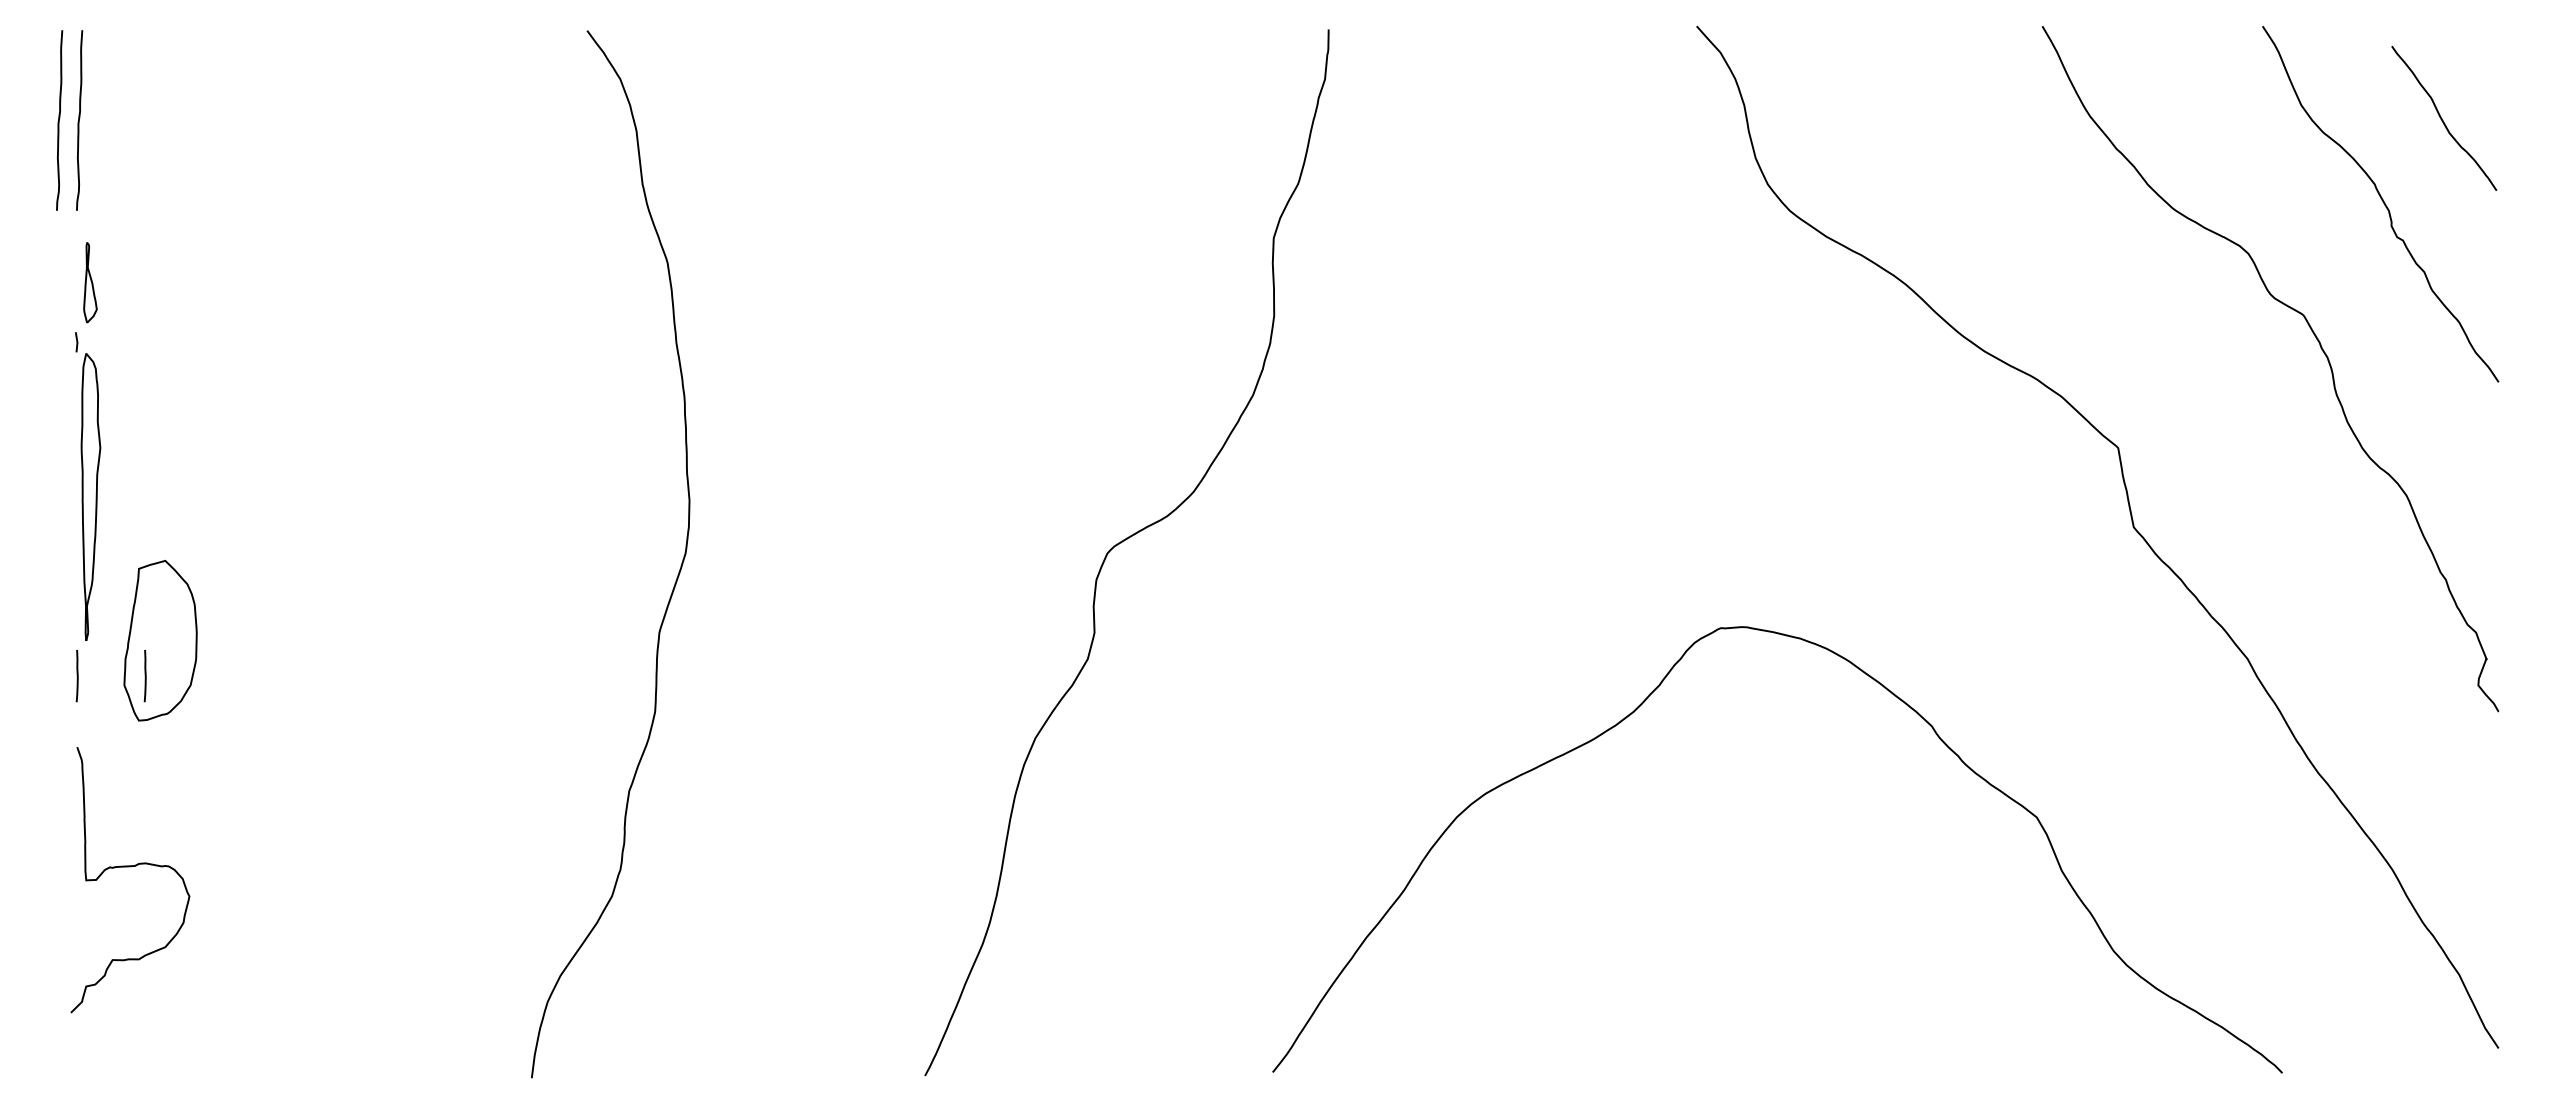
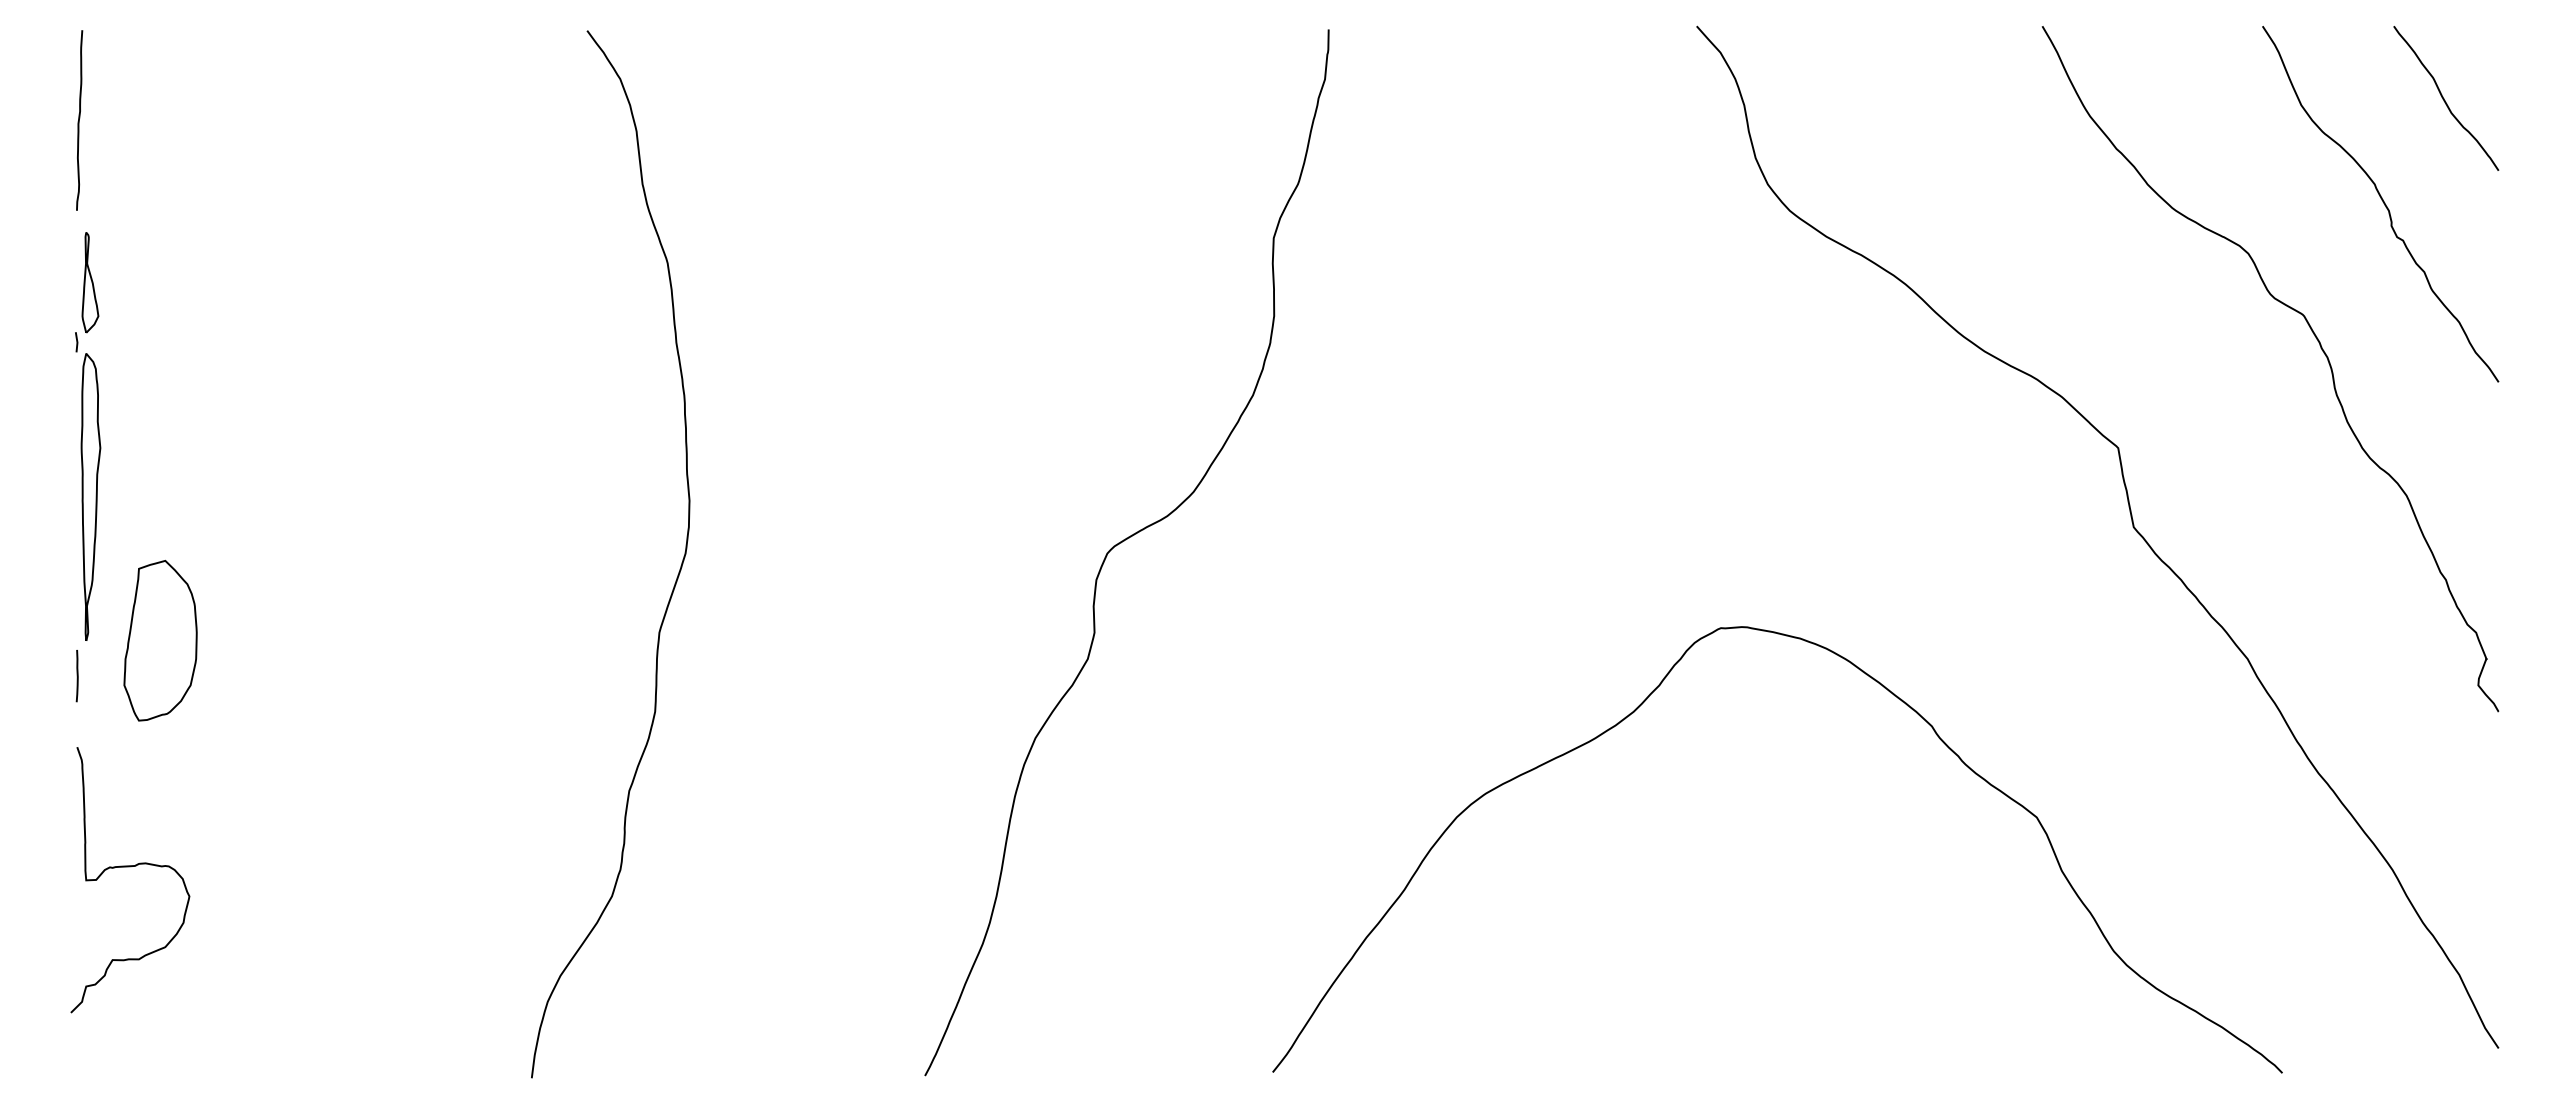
curve at (2442, 118) position: (2442, 118) -> (2444, 98)
curve at (59, 120): present -> none
part at (90, 282) size: 15x82 px -> 19x102 px
line at (144, 676): present -> none
